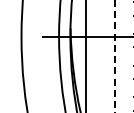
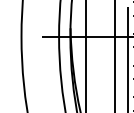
line at (127, 55): none -> present
line at (115, 56): dashed -> solid
